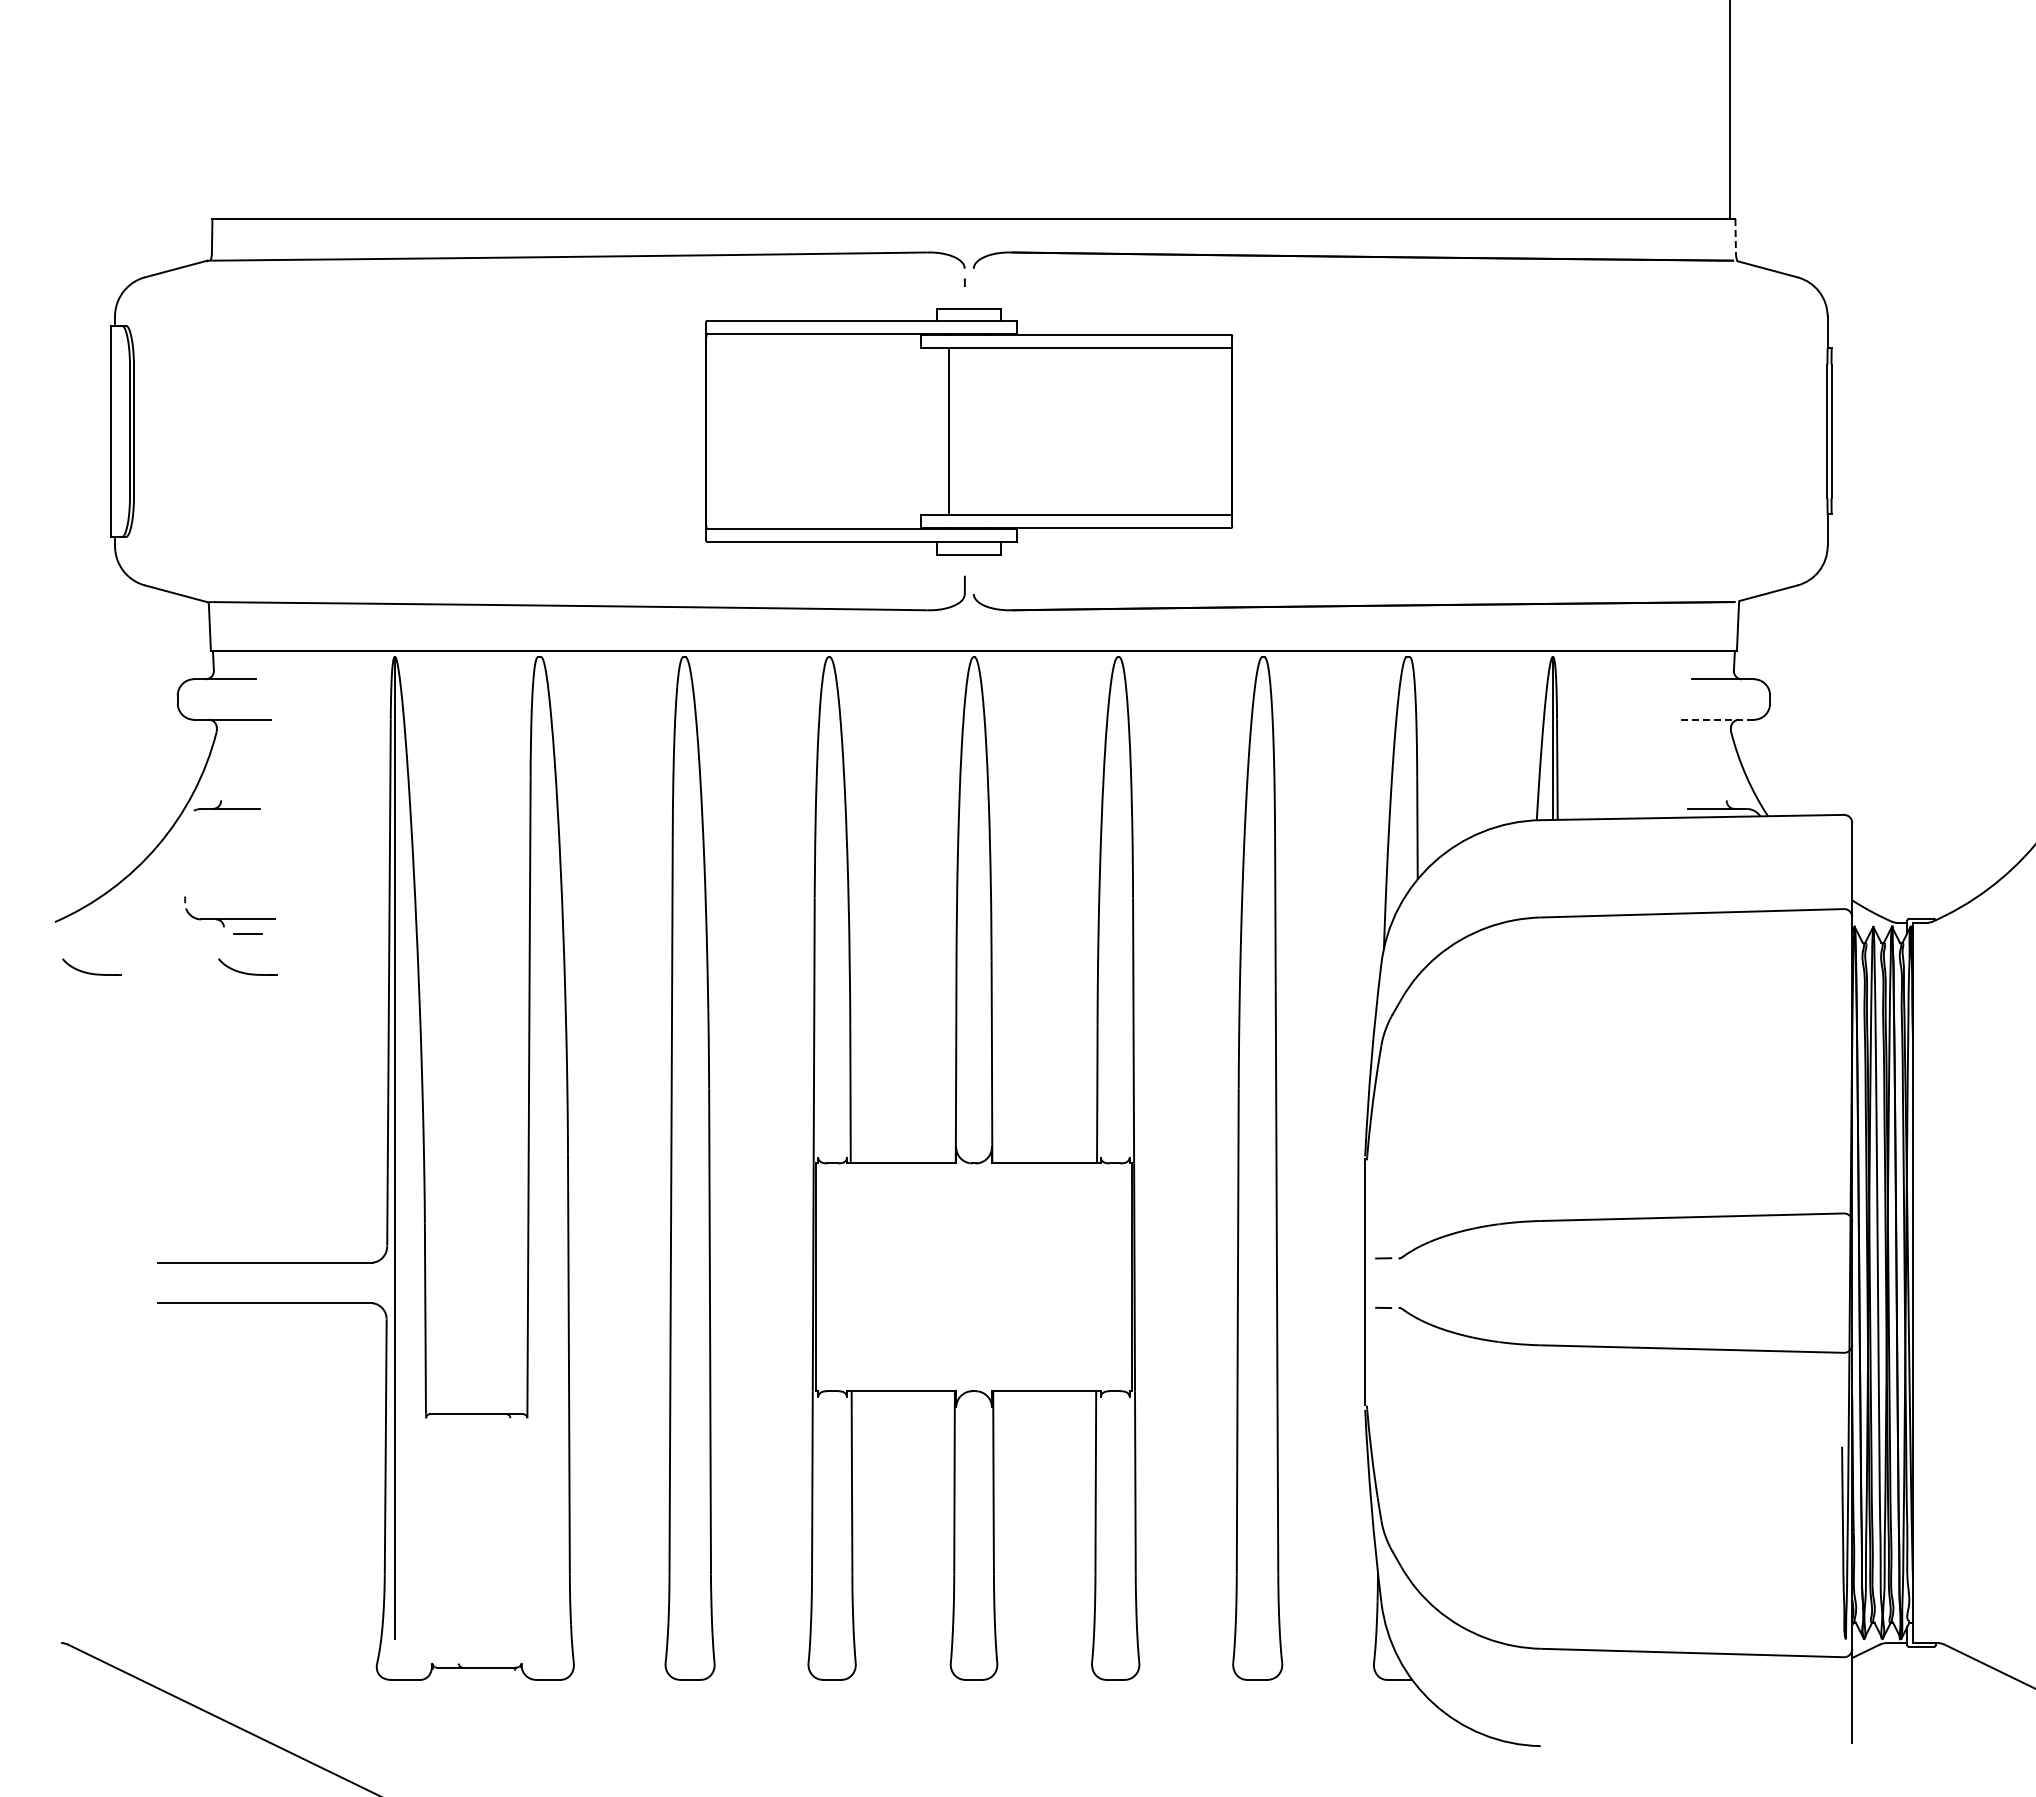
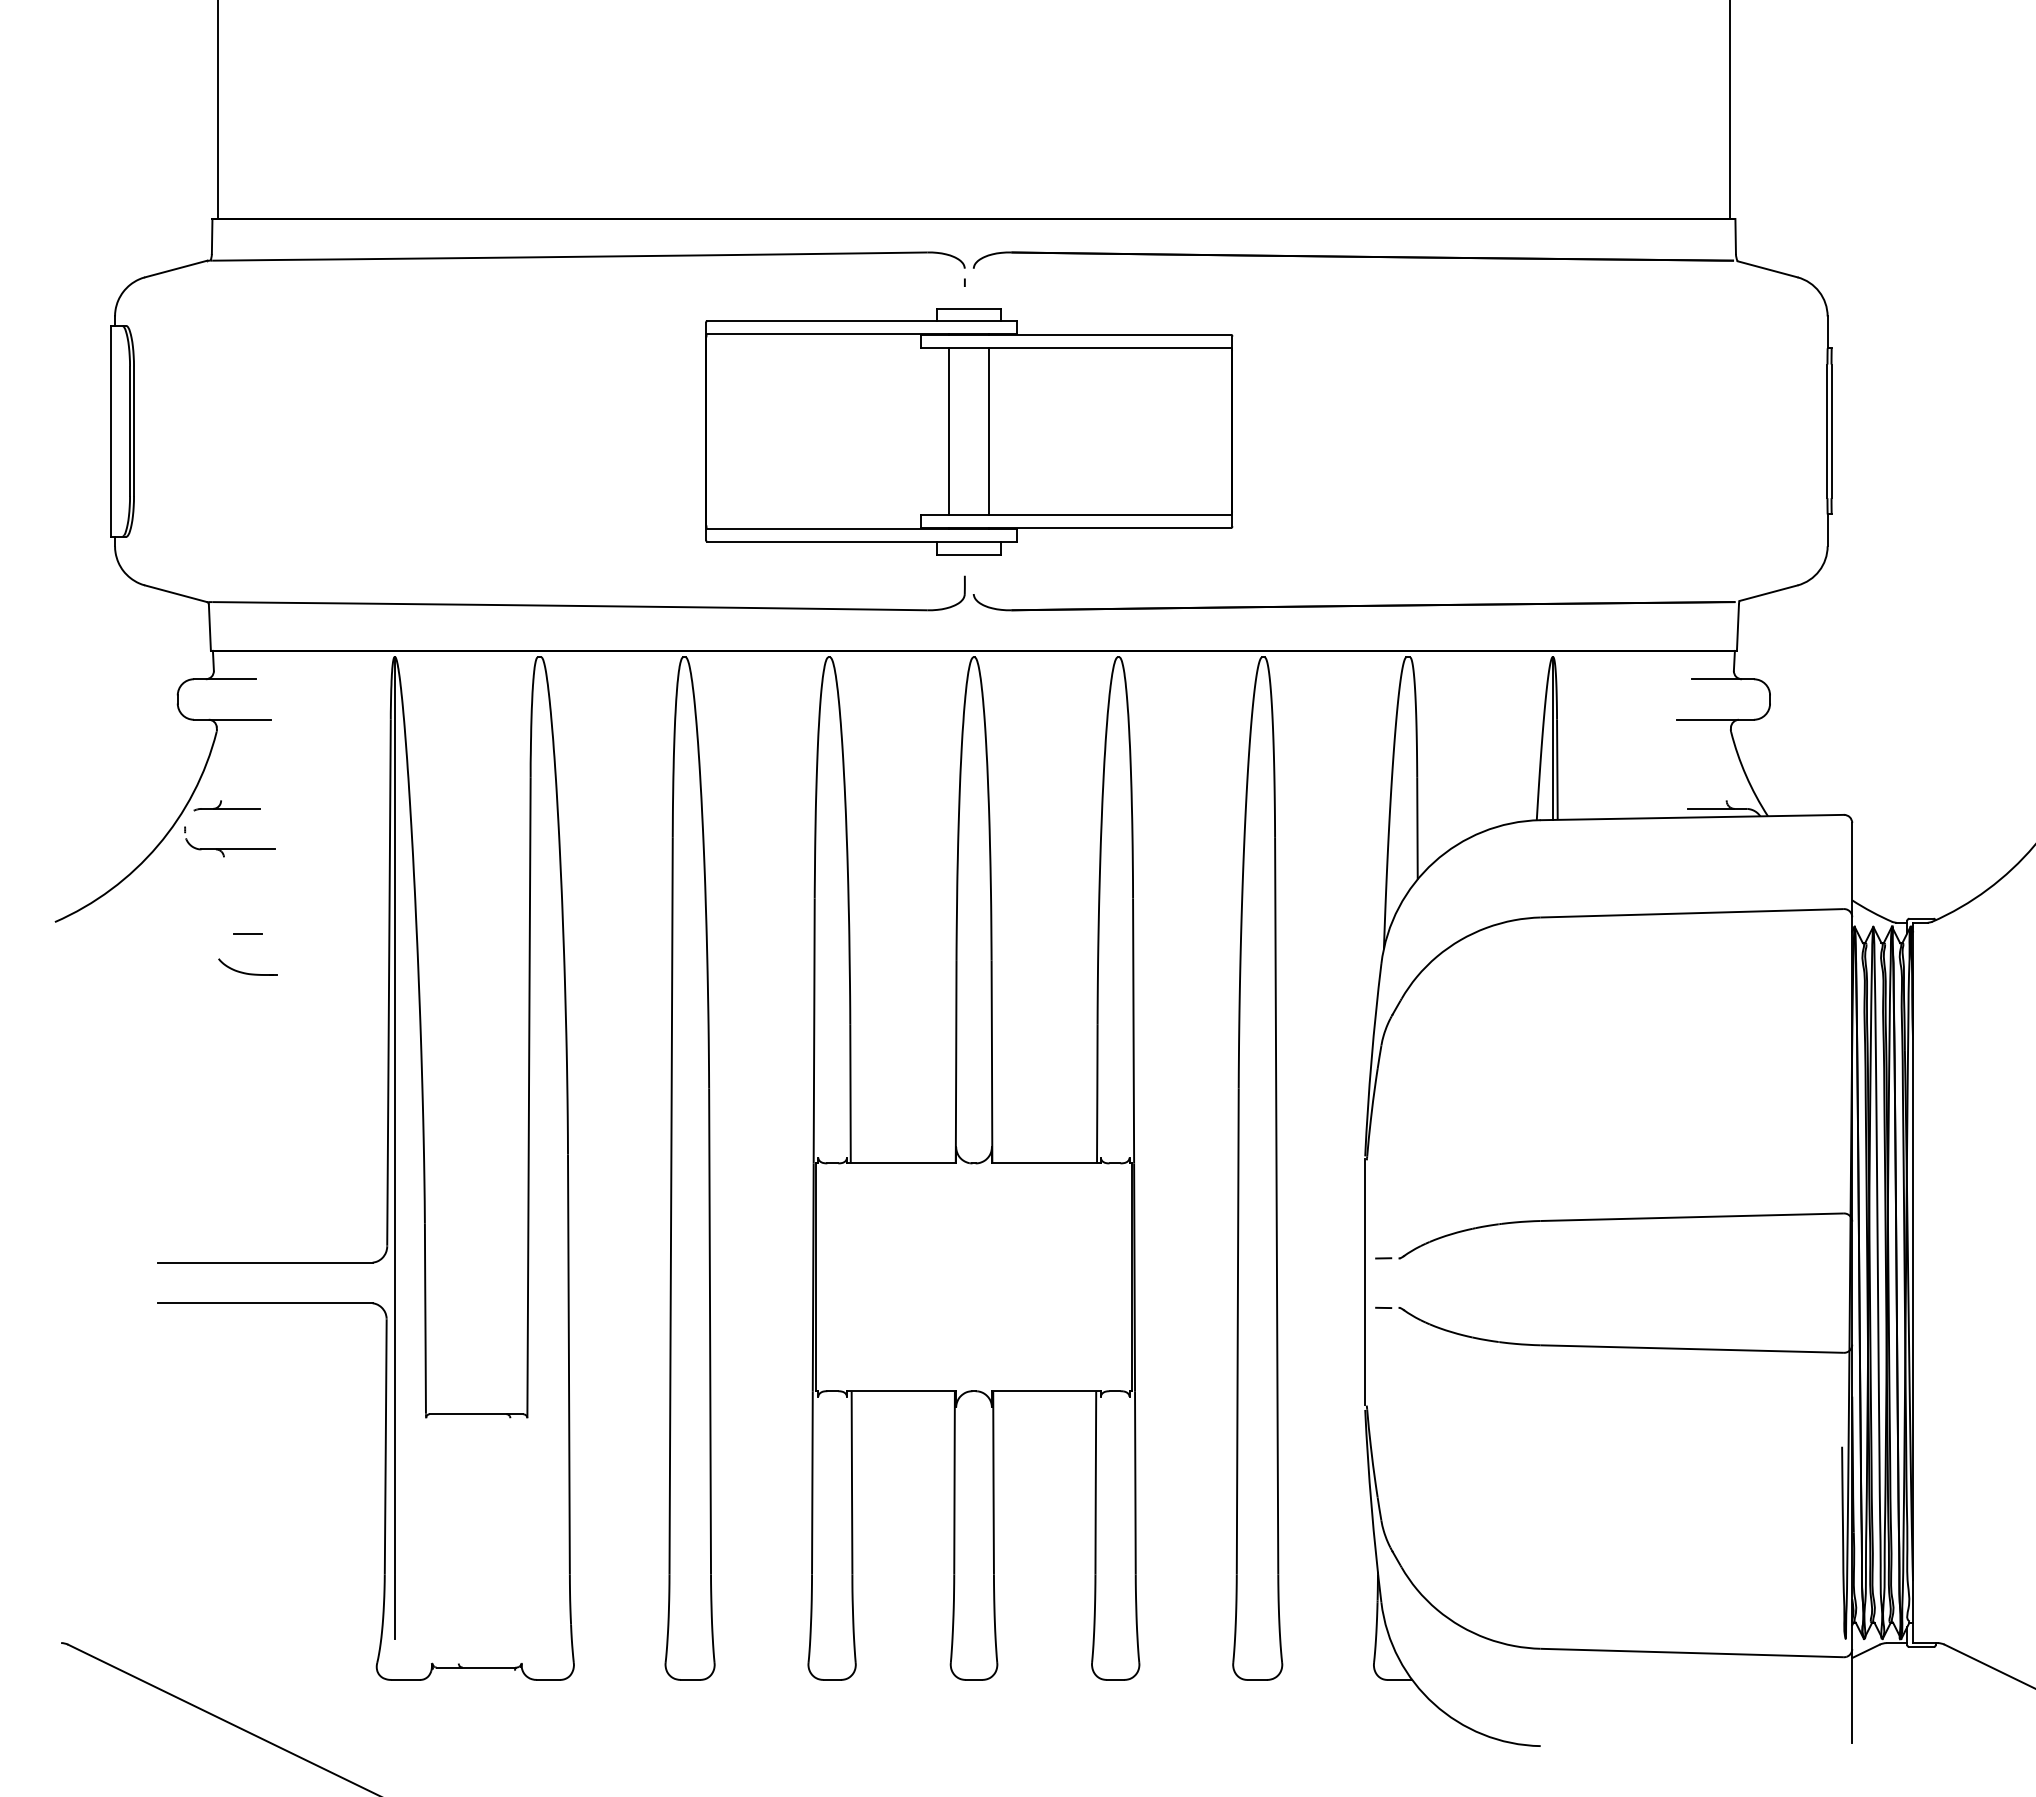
line at (217, 110): none -> present
line at (1735, 237): dashed -> solid
line at (989, 430): none -> present
line at (1715, 719): dashed -> solid
part at (229, 918) position: (229, 918) -> (229, 848)
part at (91, 966): present -> none
